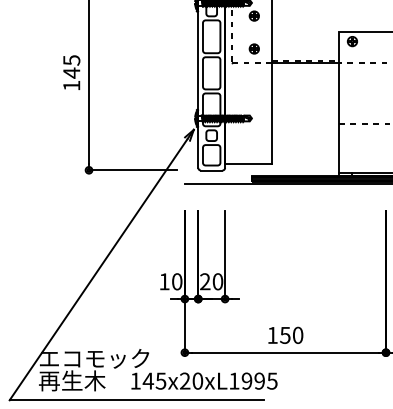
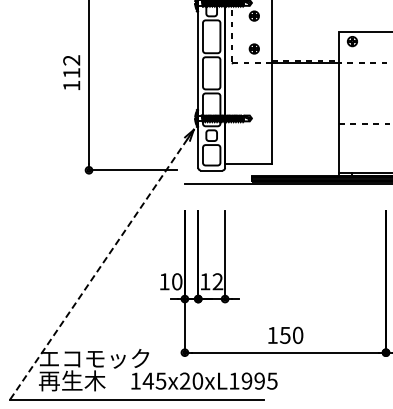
text at (71, 66): 145 -> 112
line at (98, 270): solid -> dashed
text at (211, 281): 20 -> 12
